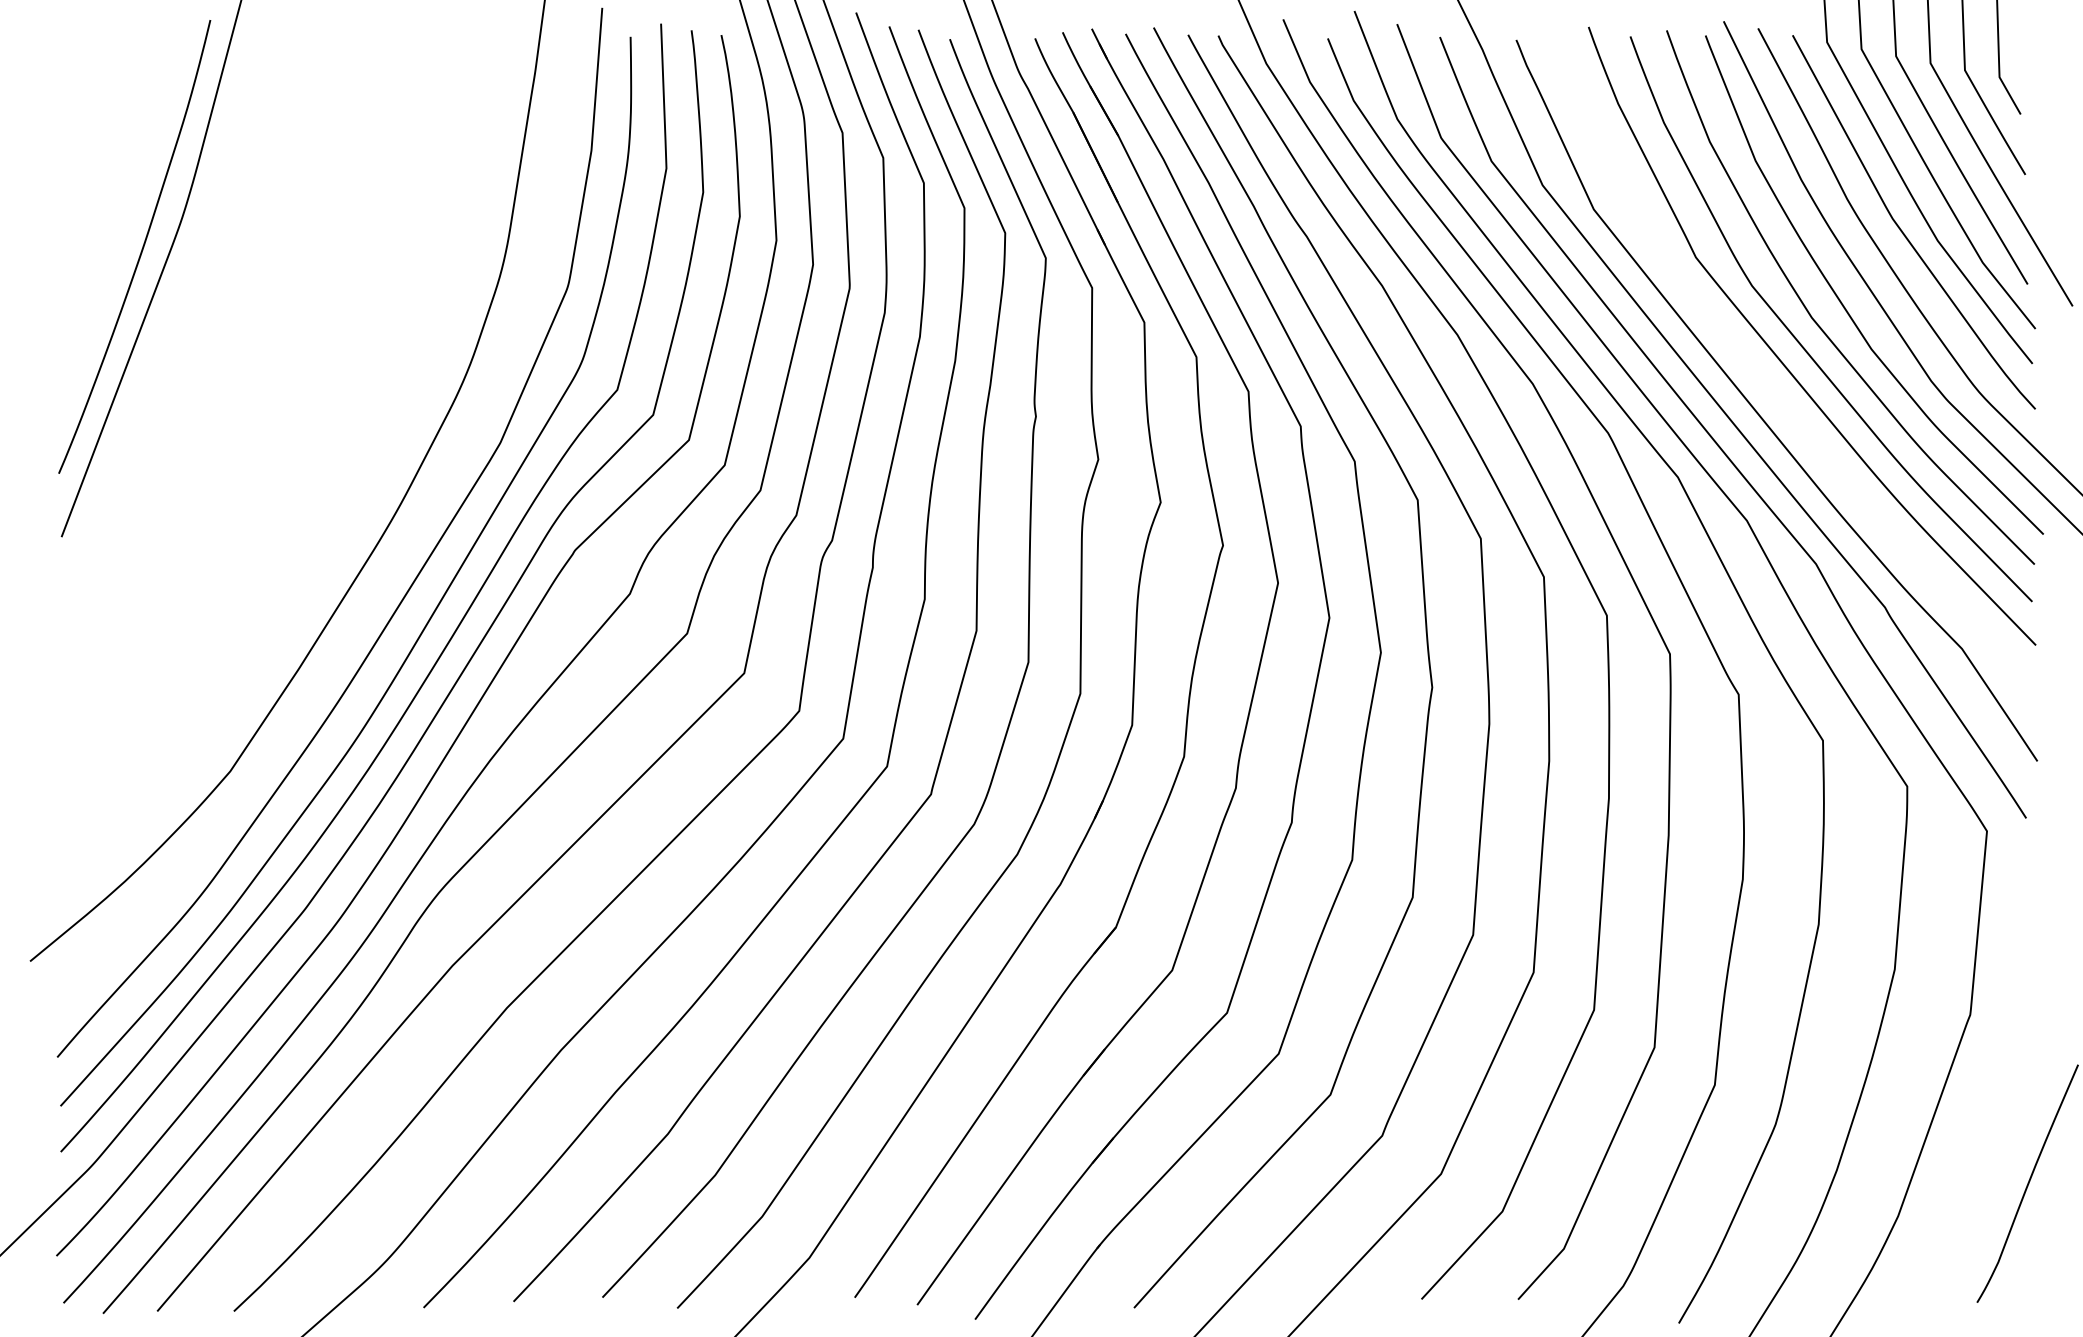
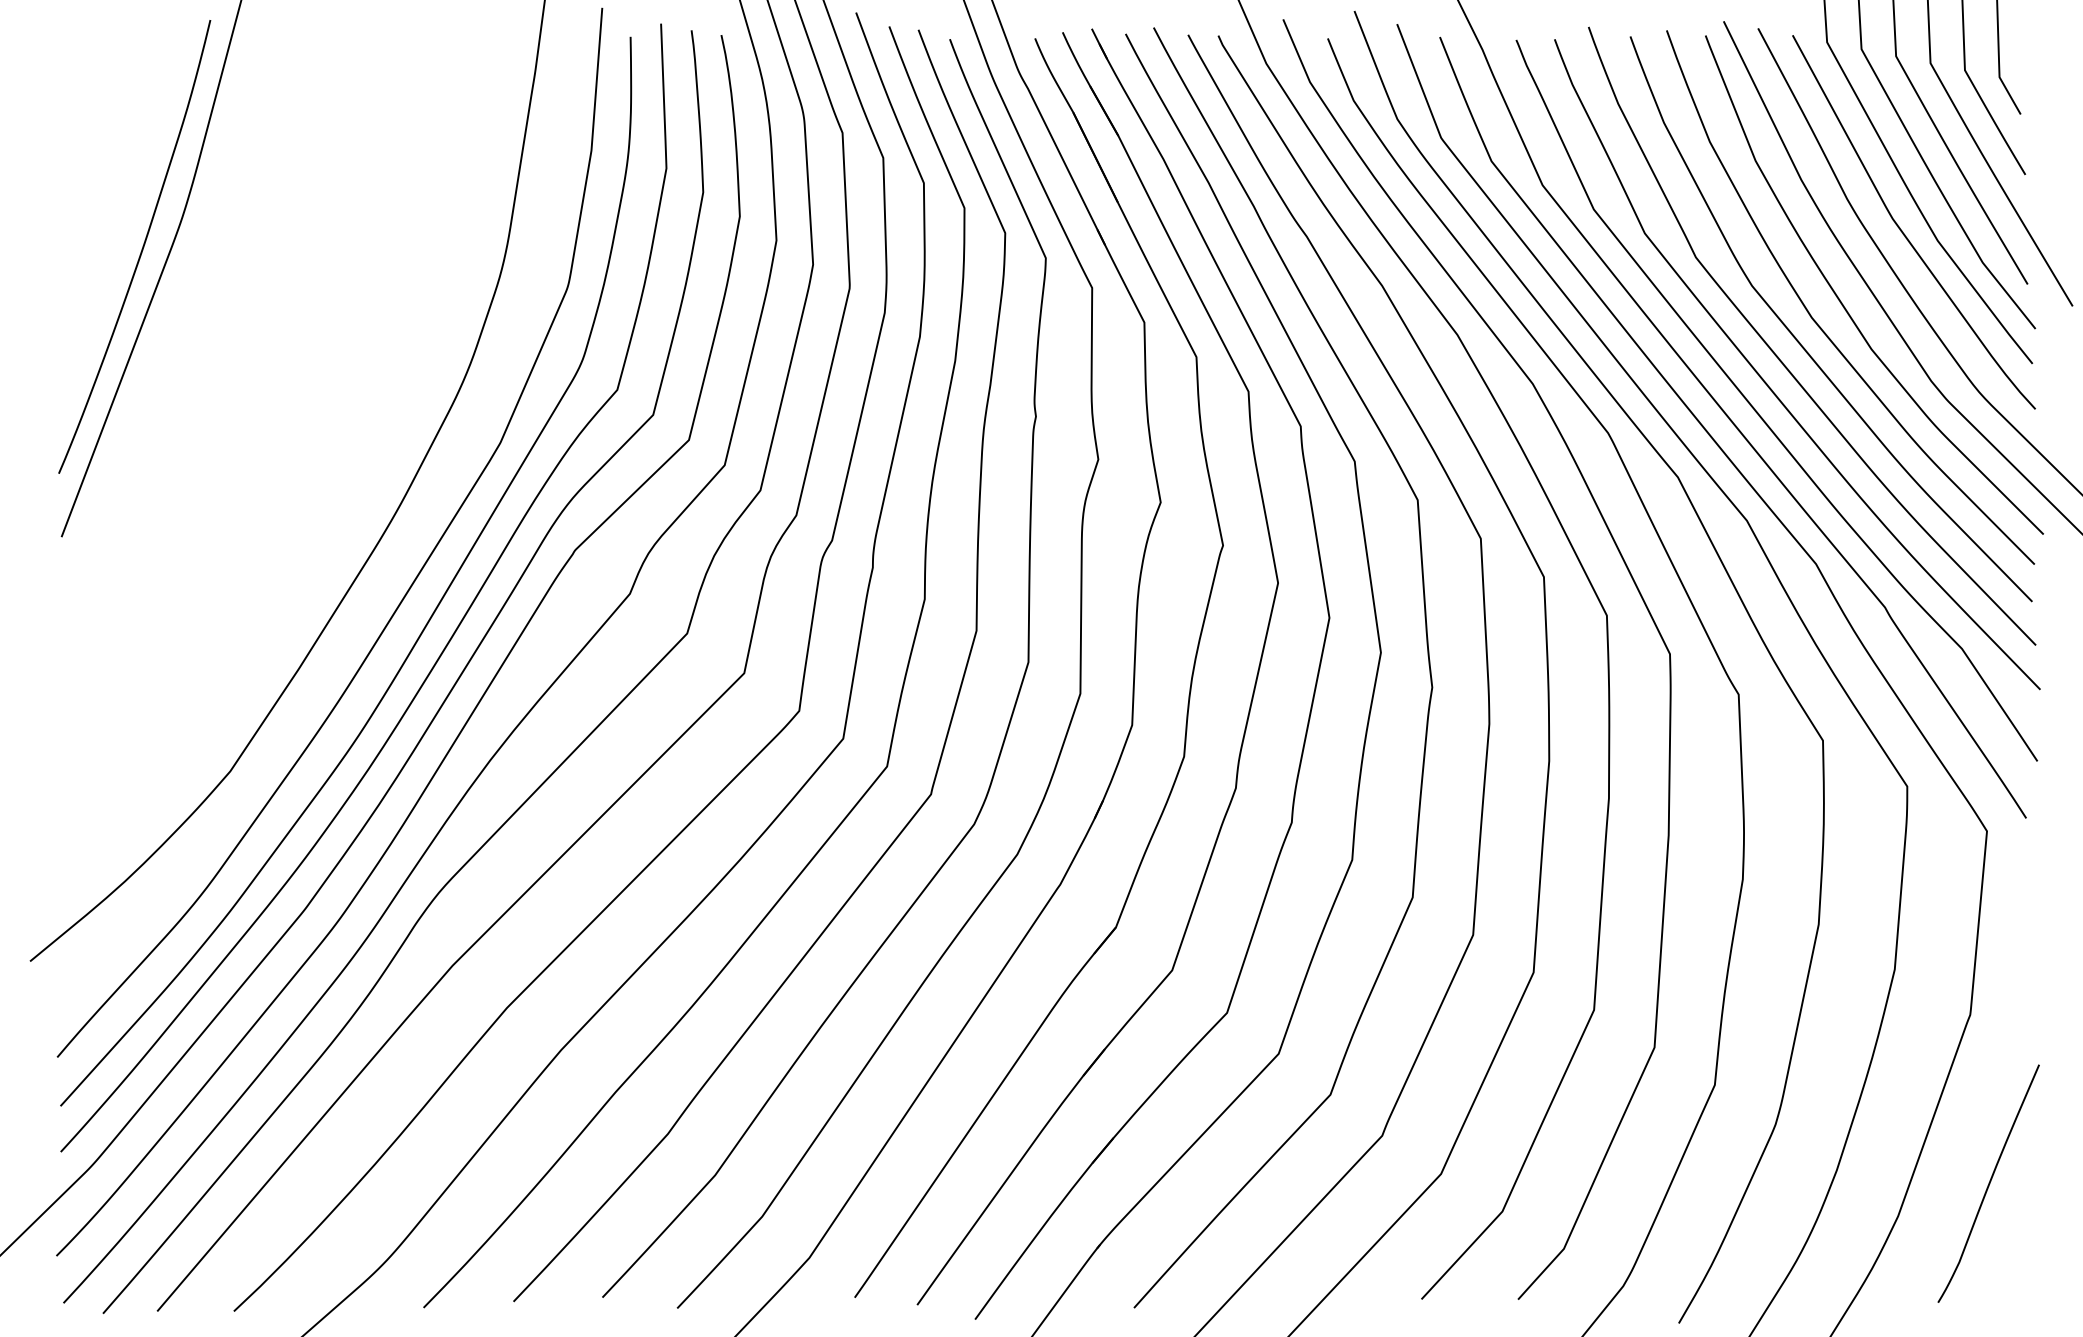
curve at (1772, 389): none -> present
curve at (2027, 1183) position: (2027, 1183) -> (1988, 1183)
